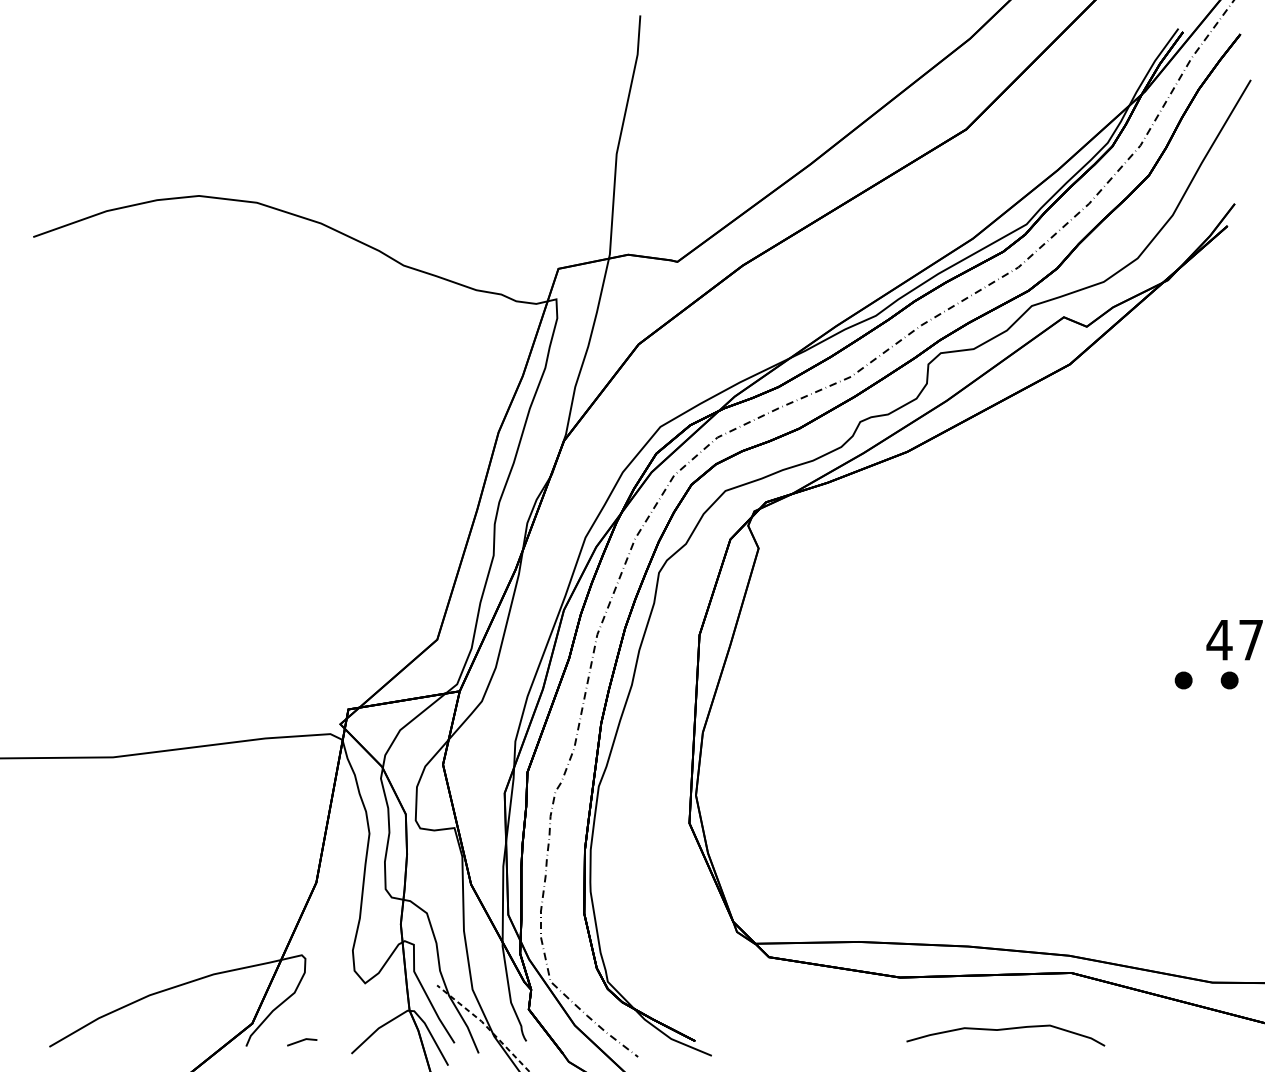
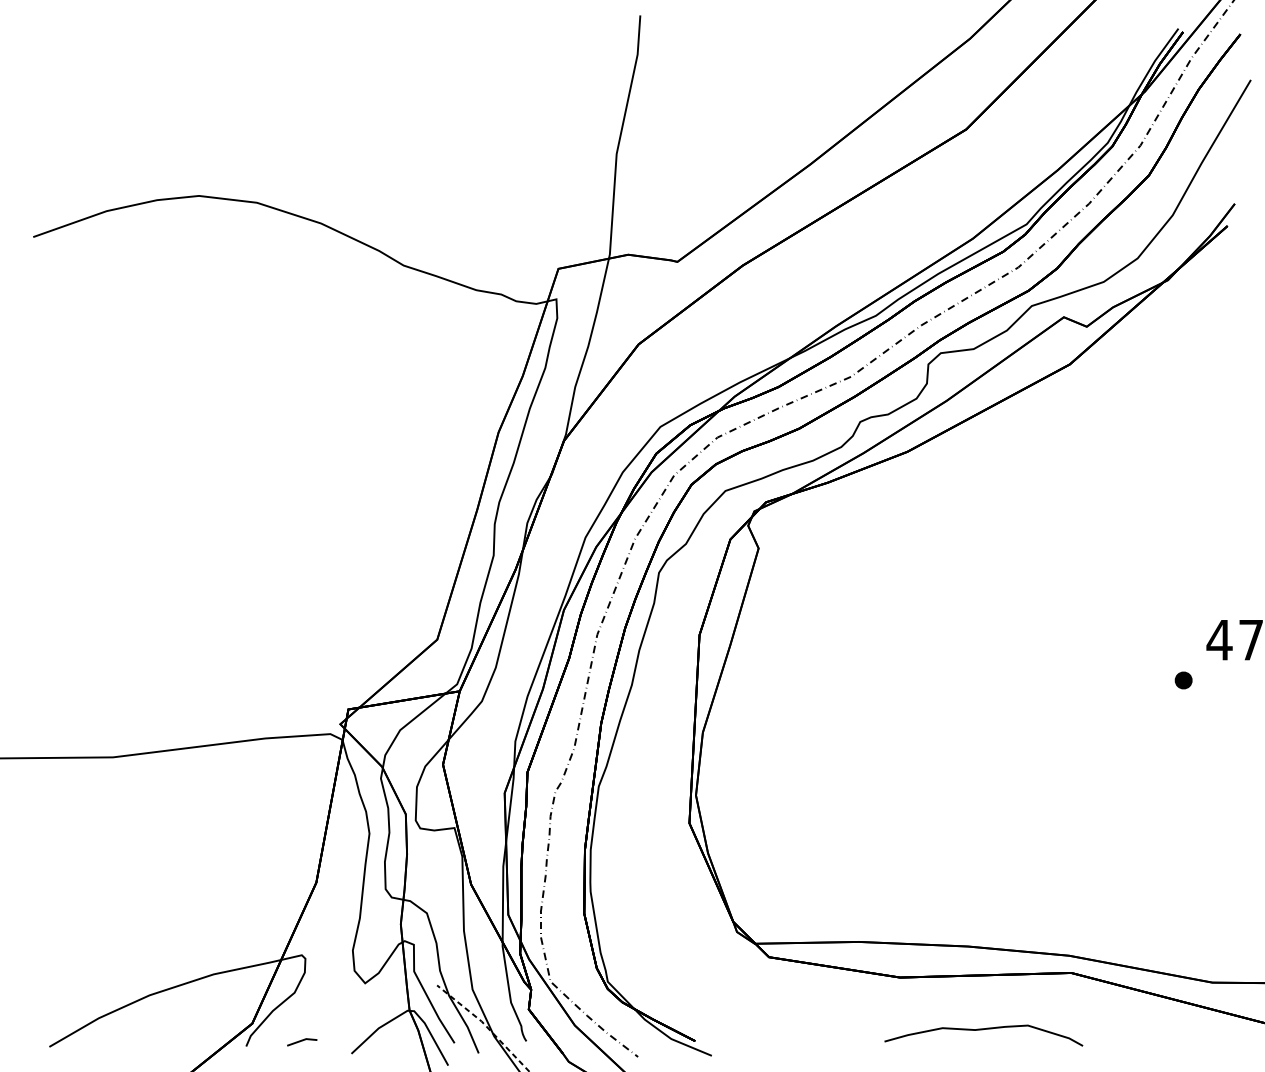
part at (1229, 680): present -> none
curve at (1005, 1030) position: (1005, 1030) -> (983, 1030)
